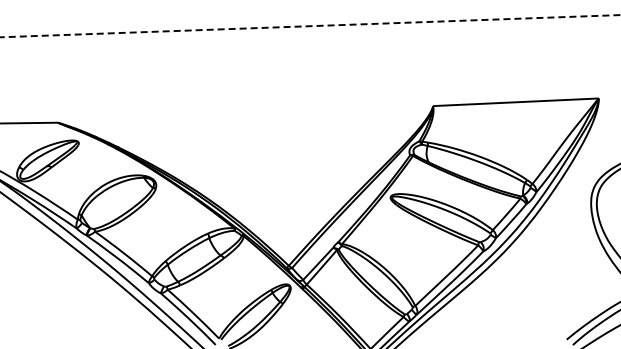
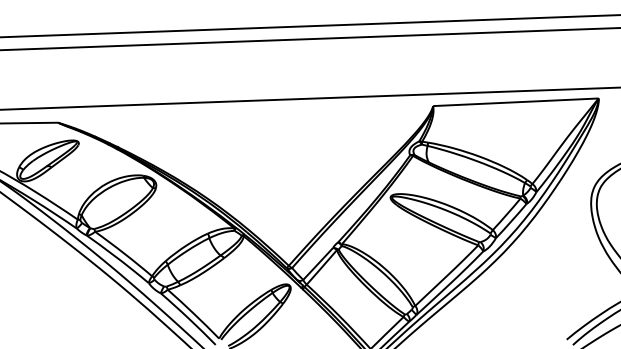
line at (309, 26): dashed -> solid
line at (309, 39): none -> present
line at (309, 98): none -> present
